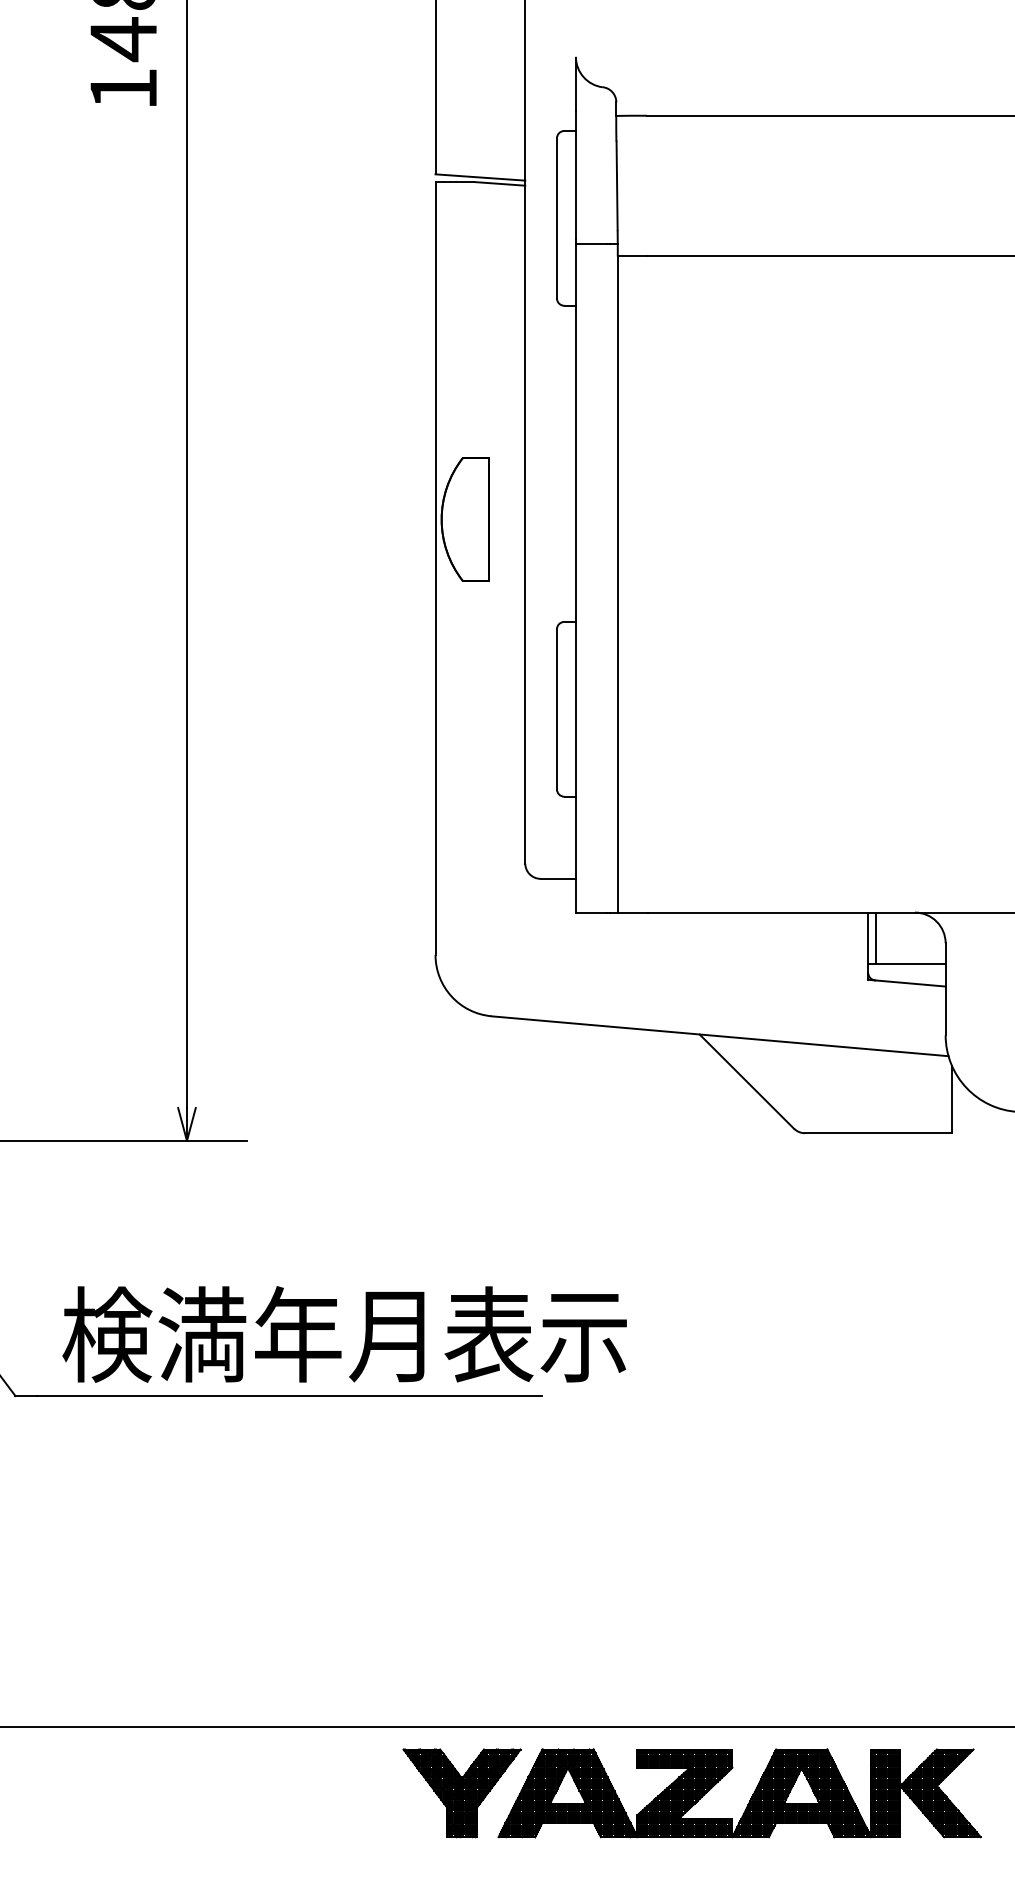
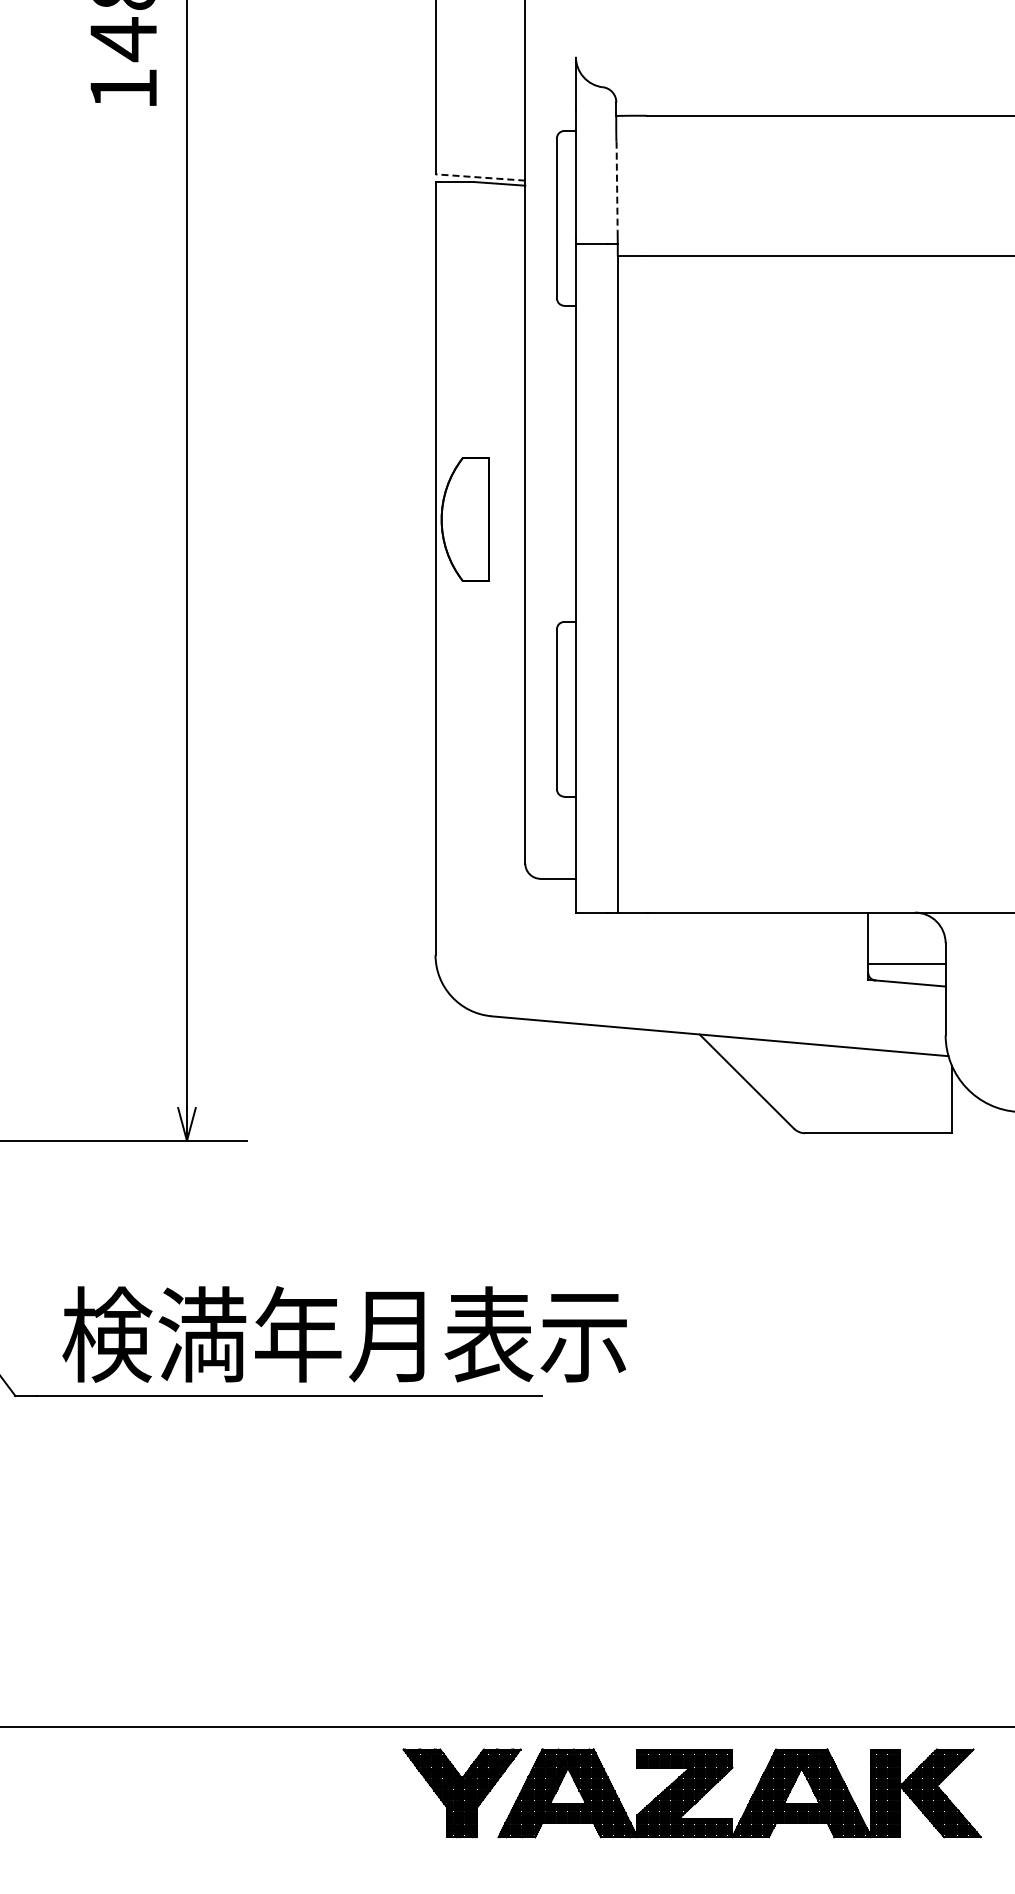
line at (480, 177): solid -> dashed
line at (617, 186): solid -> dashed
line at (875, 938): present -> none
